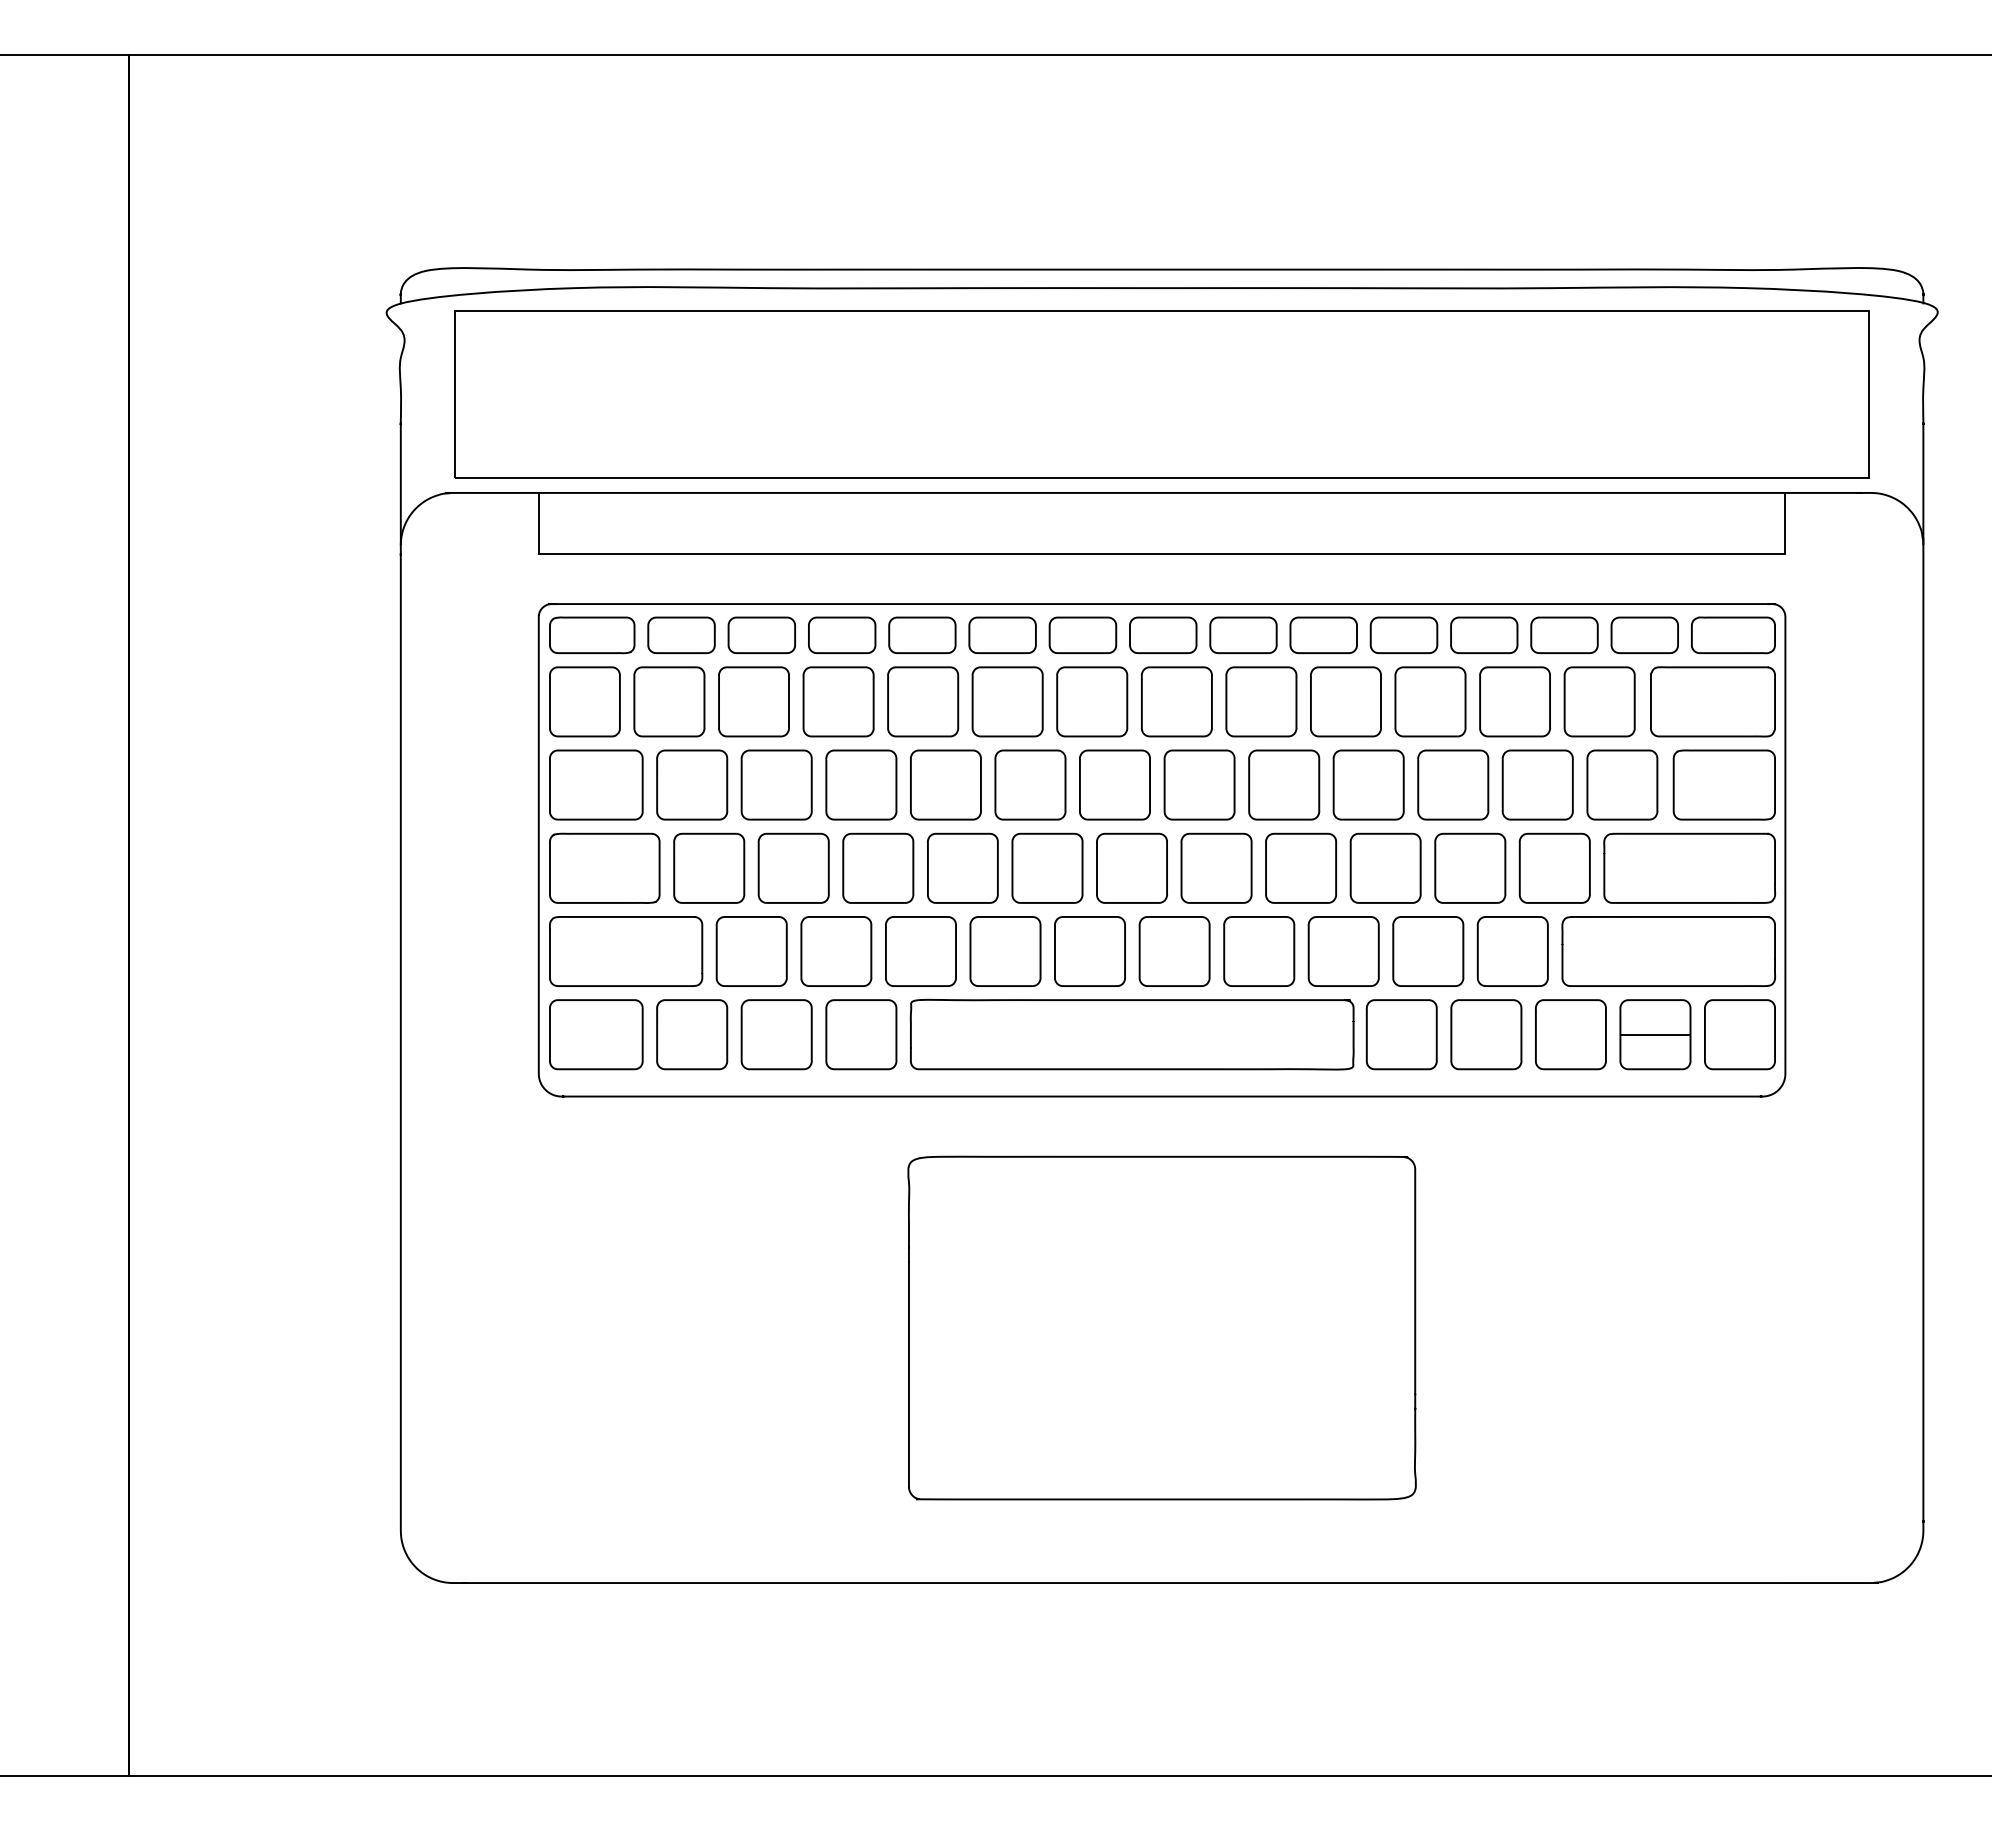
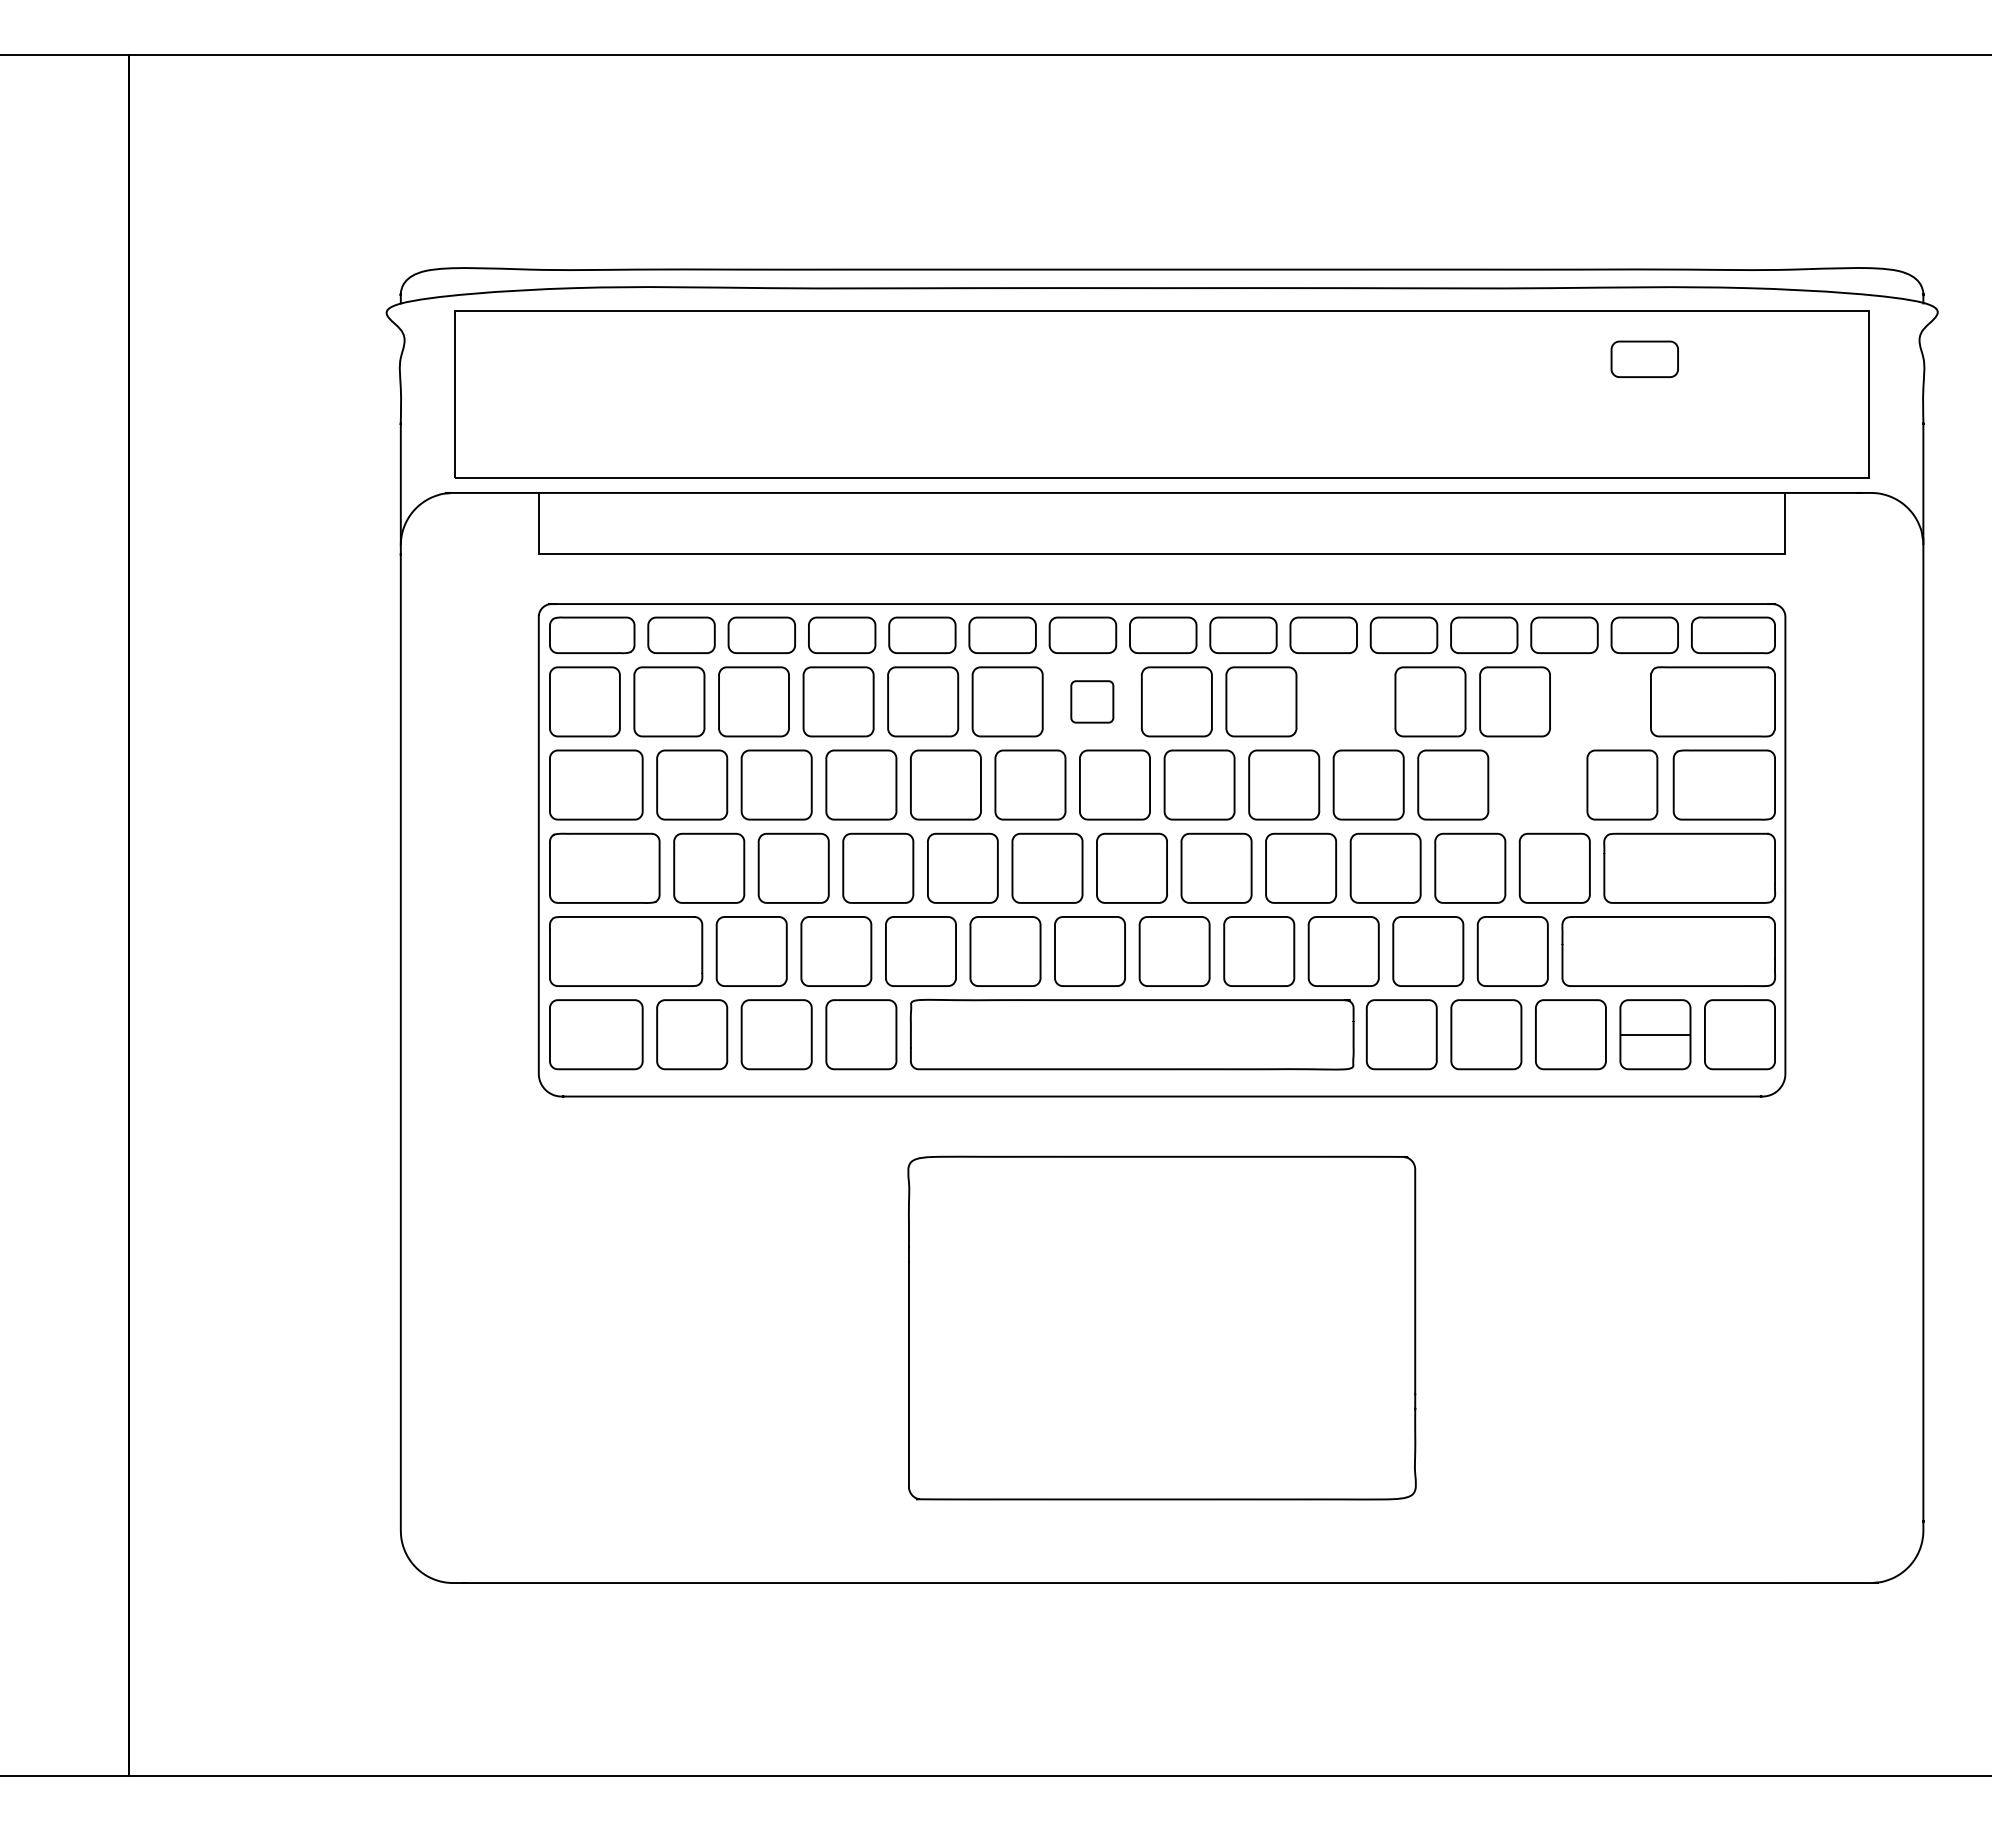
part at (1644, 358): none -> present
part at (1092, 701) size: 73x72 px -> 45x44 px
part at (1345, 701): present -> none
part at (1599, 701): present -> none
part at (1537, 784): present -> none
